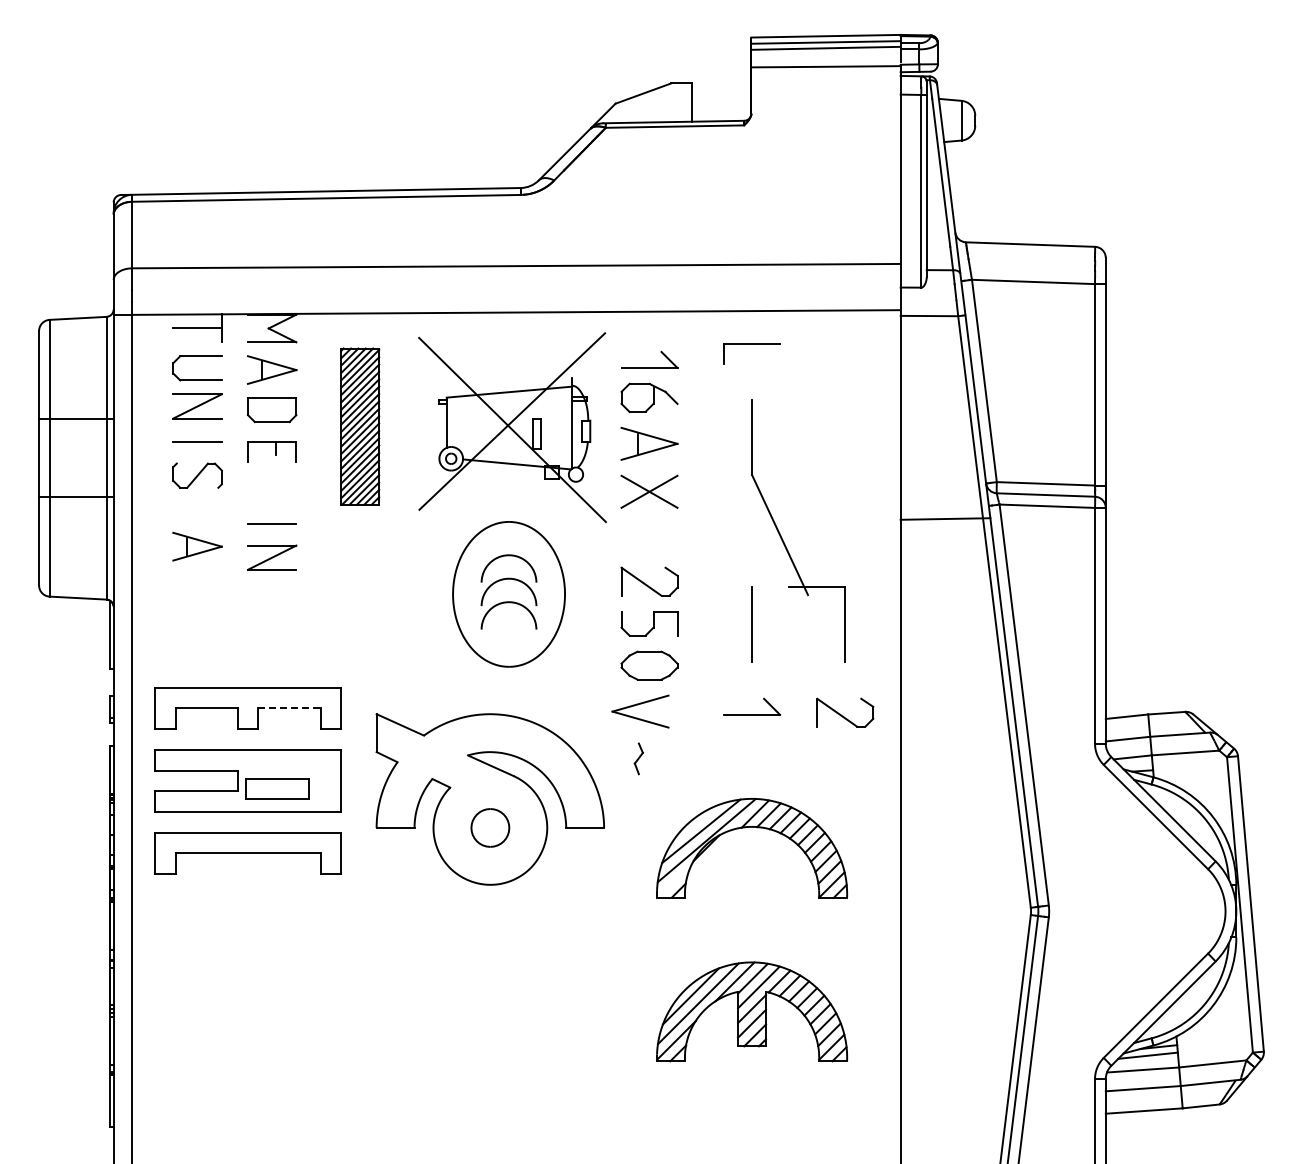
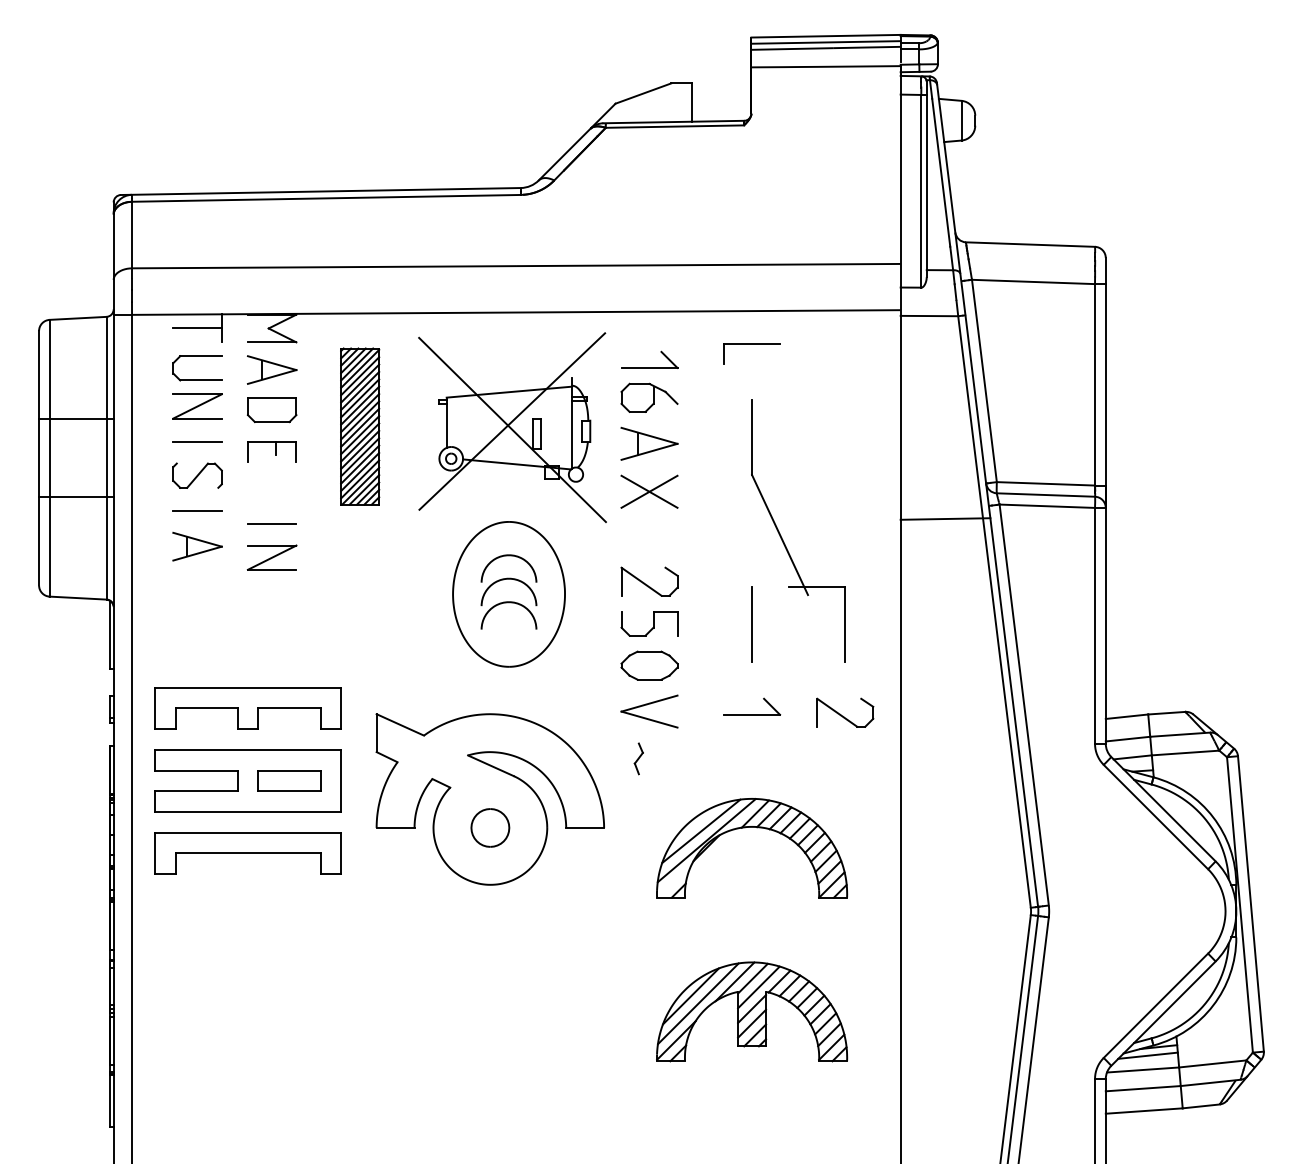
line at (197, 510): none -> present
part at (638, 705) position: (638, 705) -> (647, 705)
line at (290, 708): dashed -> solid
part at (277, 788) position: (277, 788) -> (289, 780)
